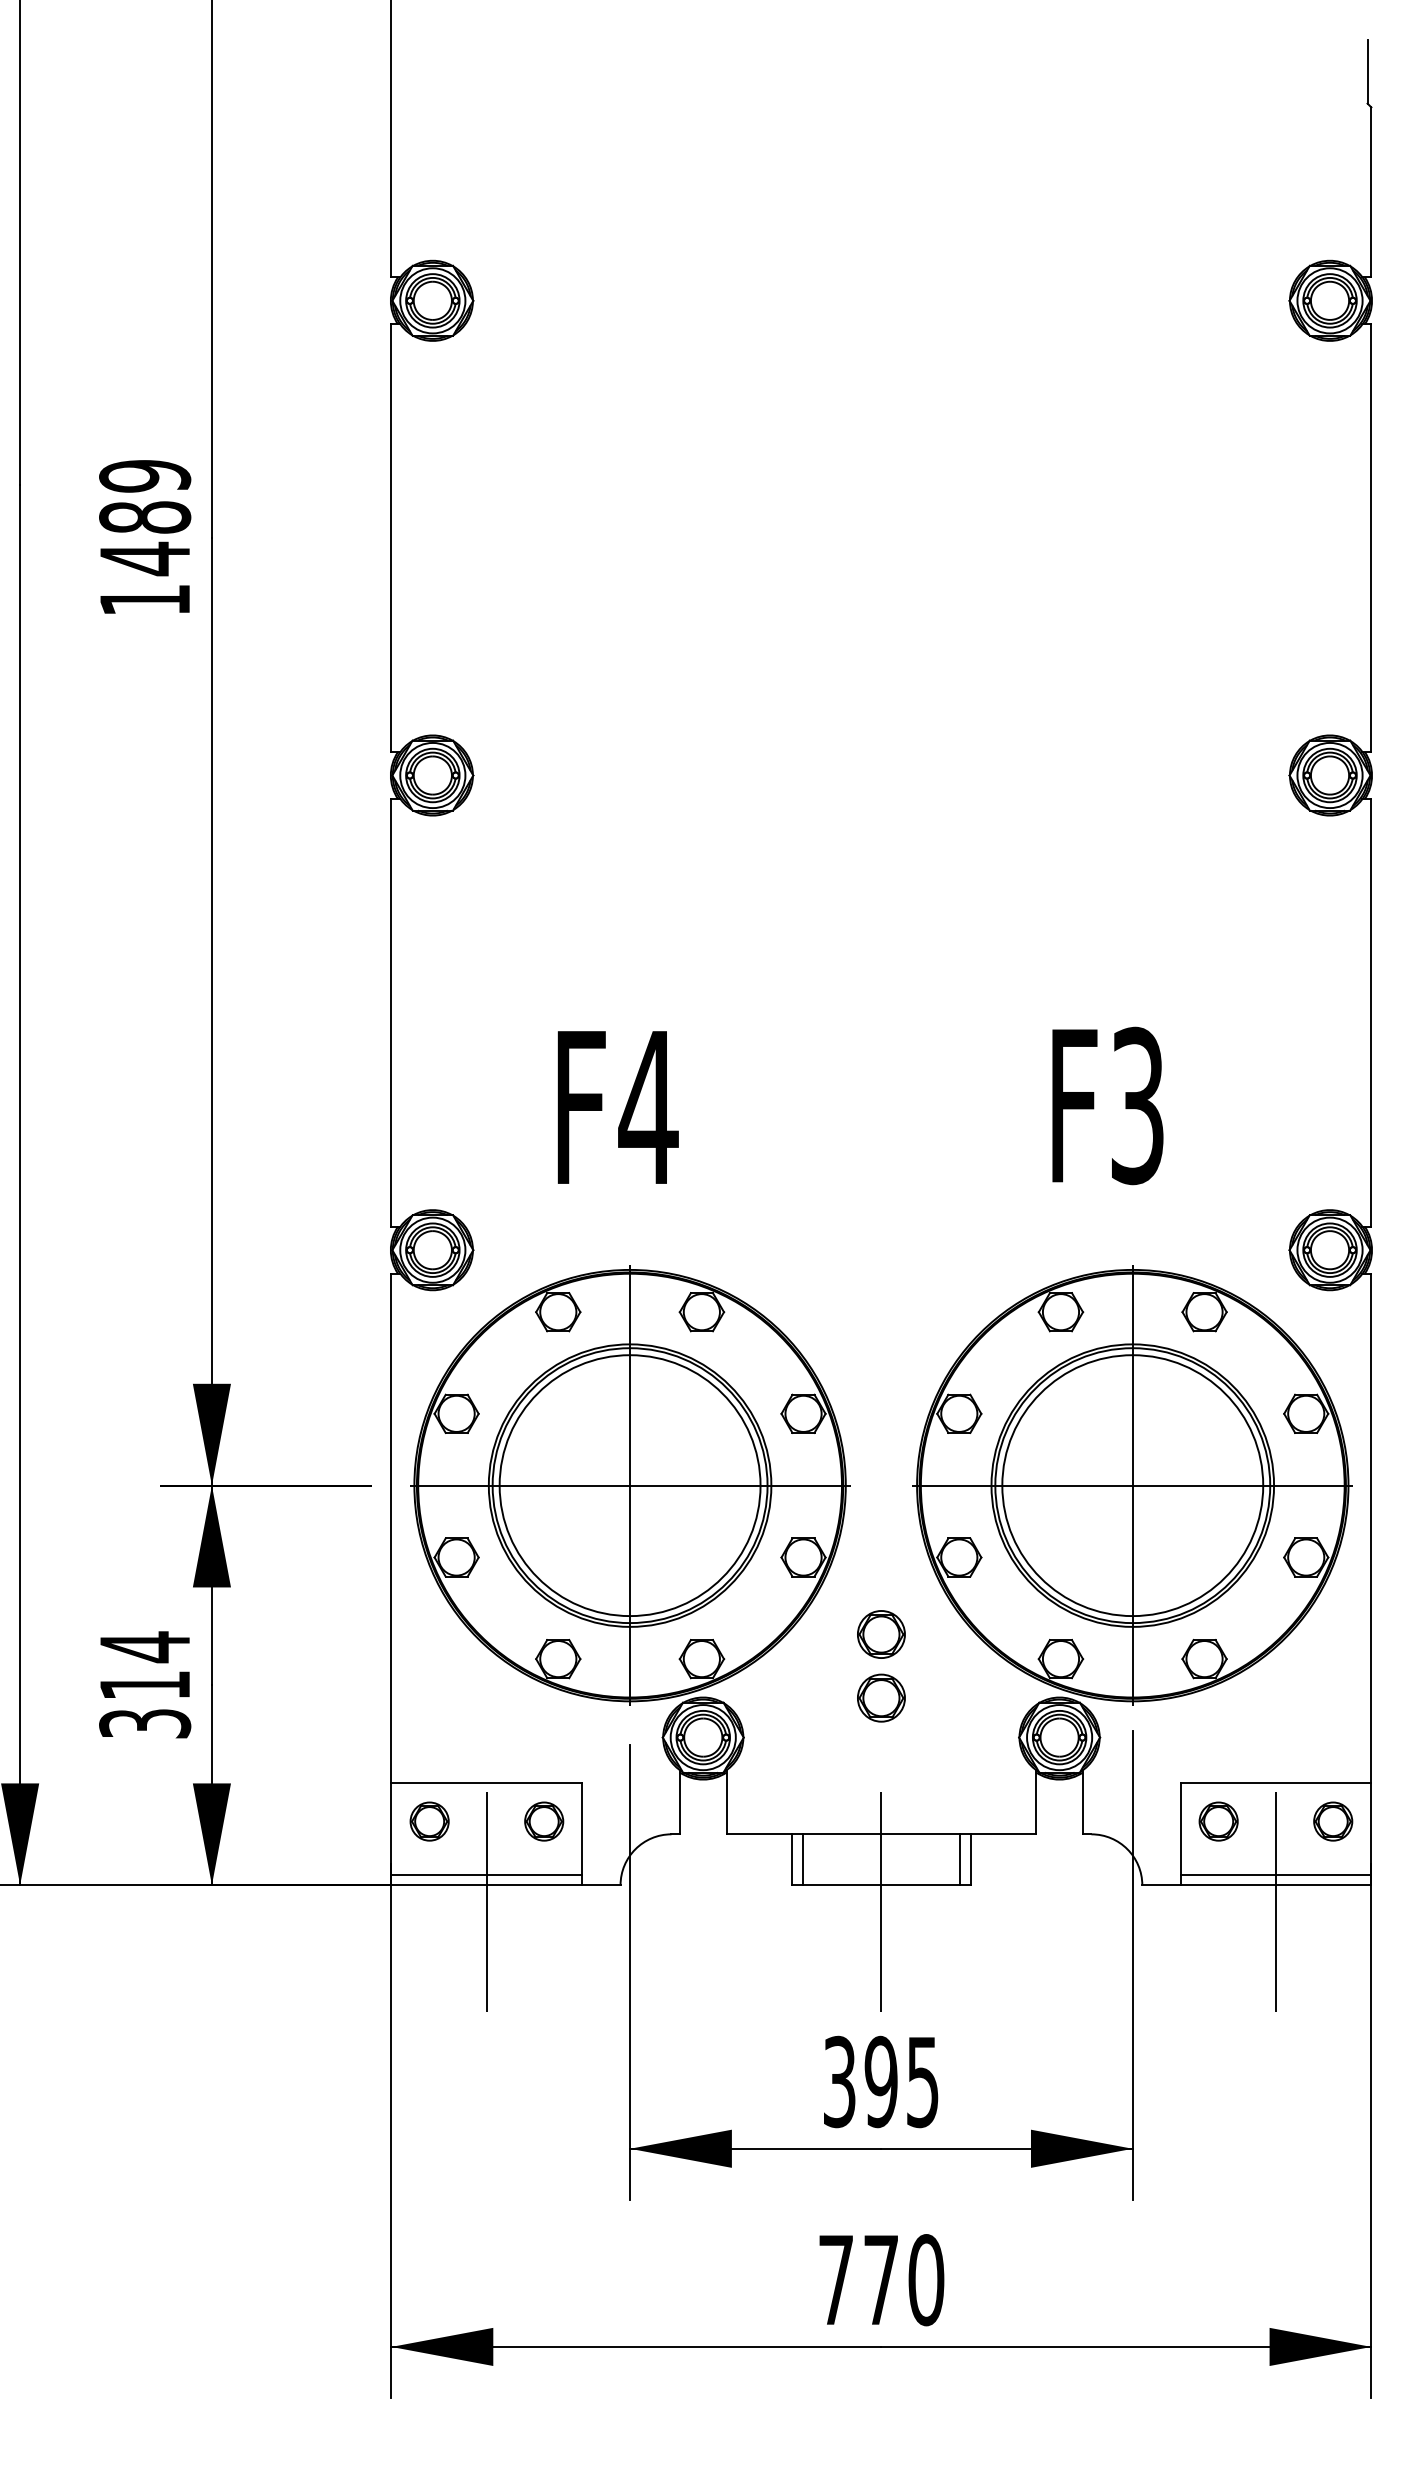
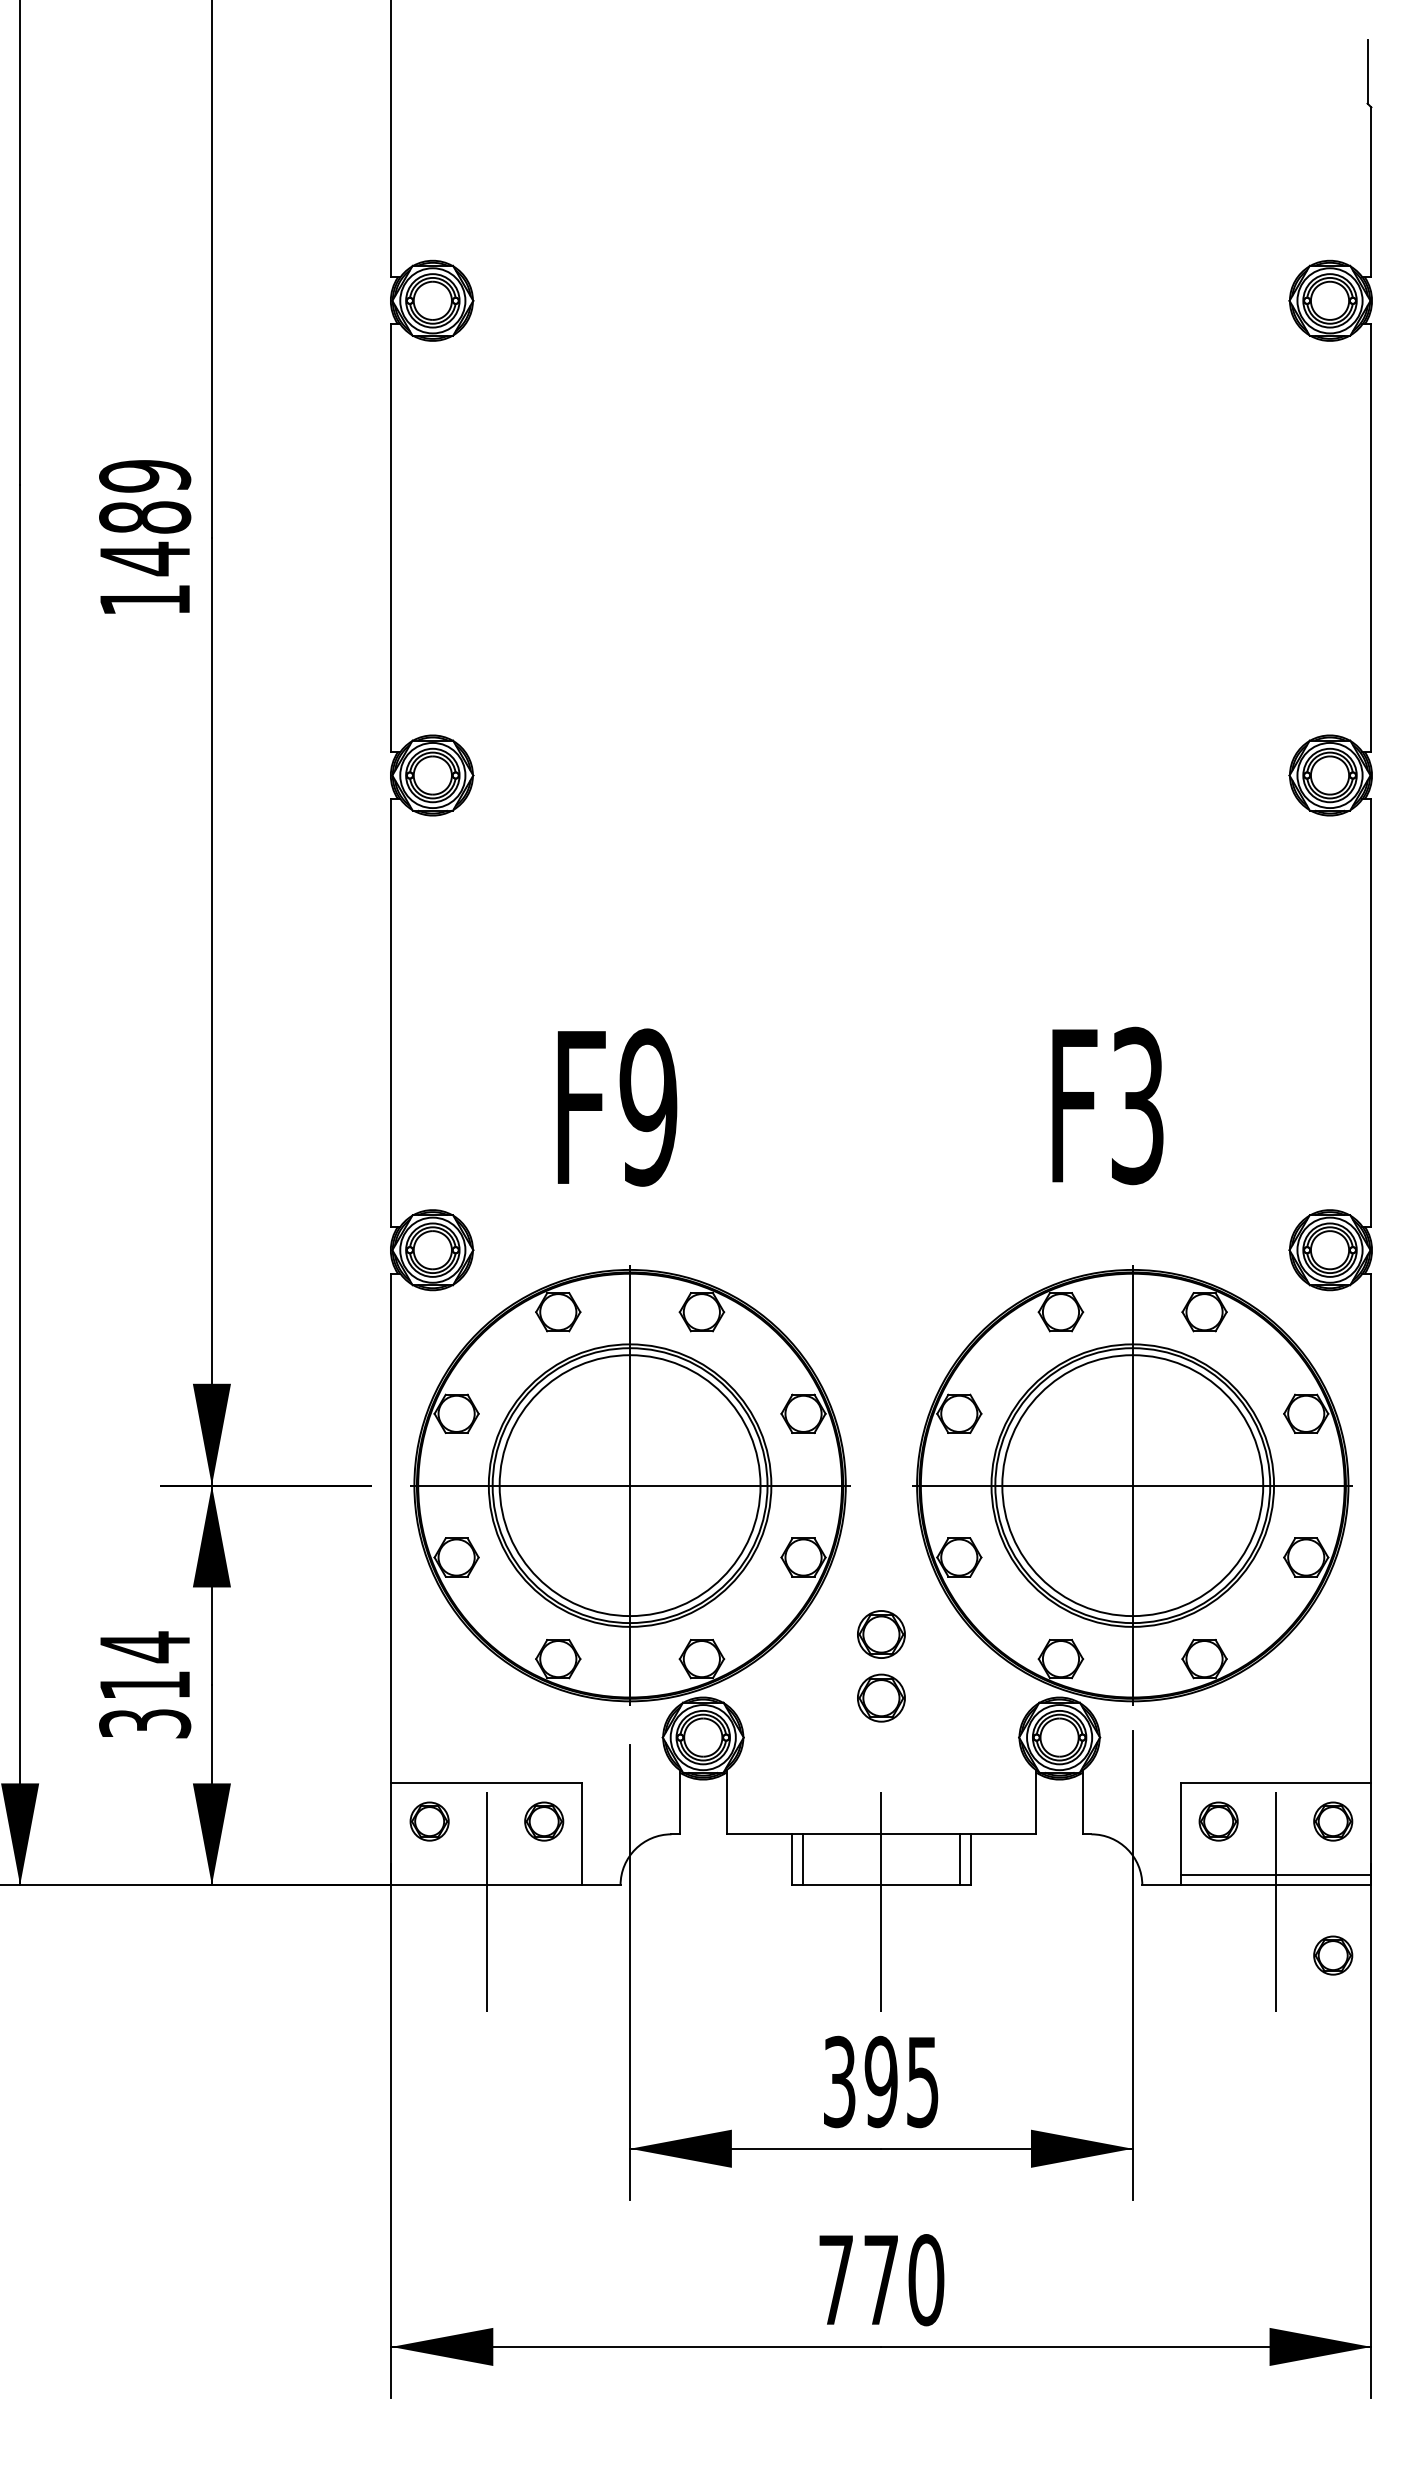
text at (648, 1107): F4 -> F9
line at (486, 1875): present -> none
part at (1333, 1955): none -> present
